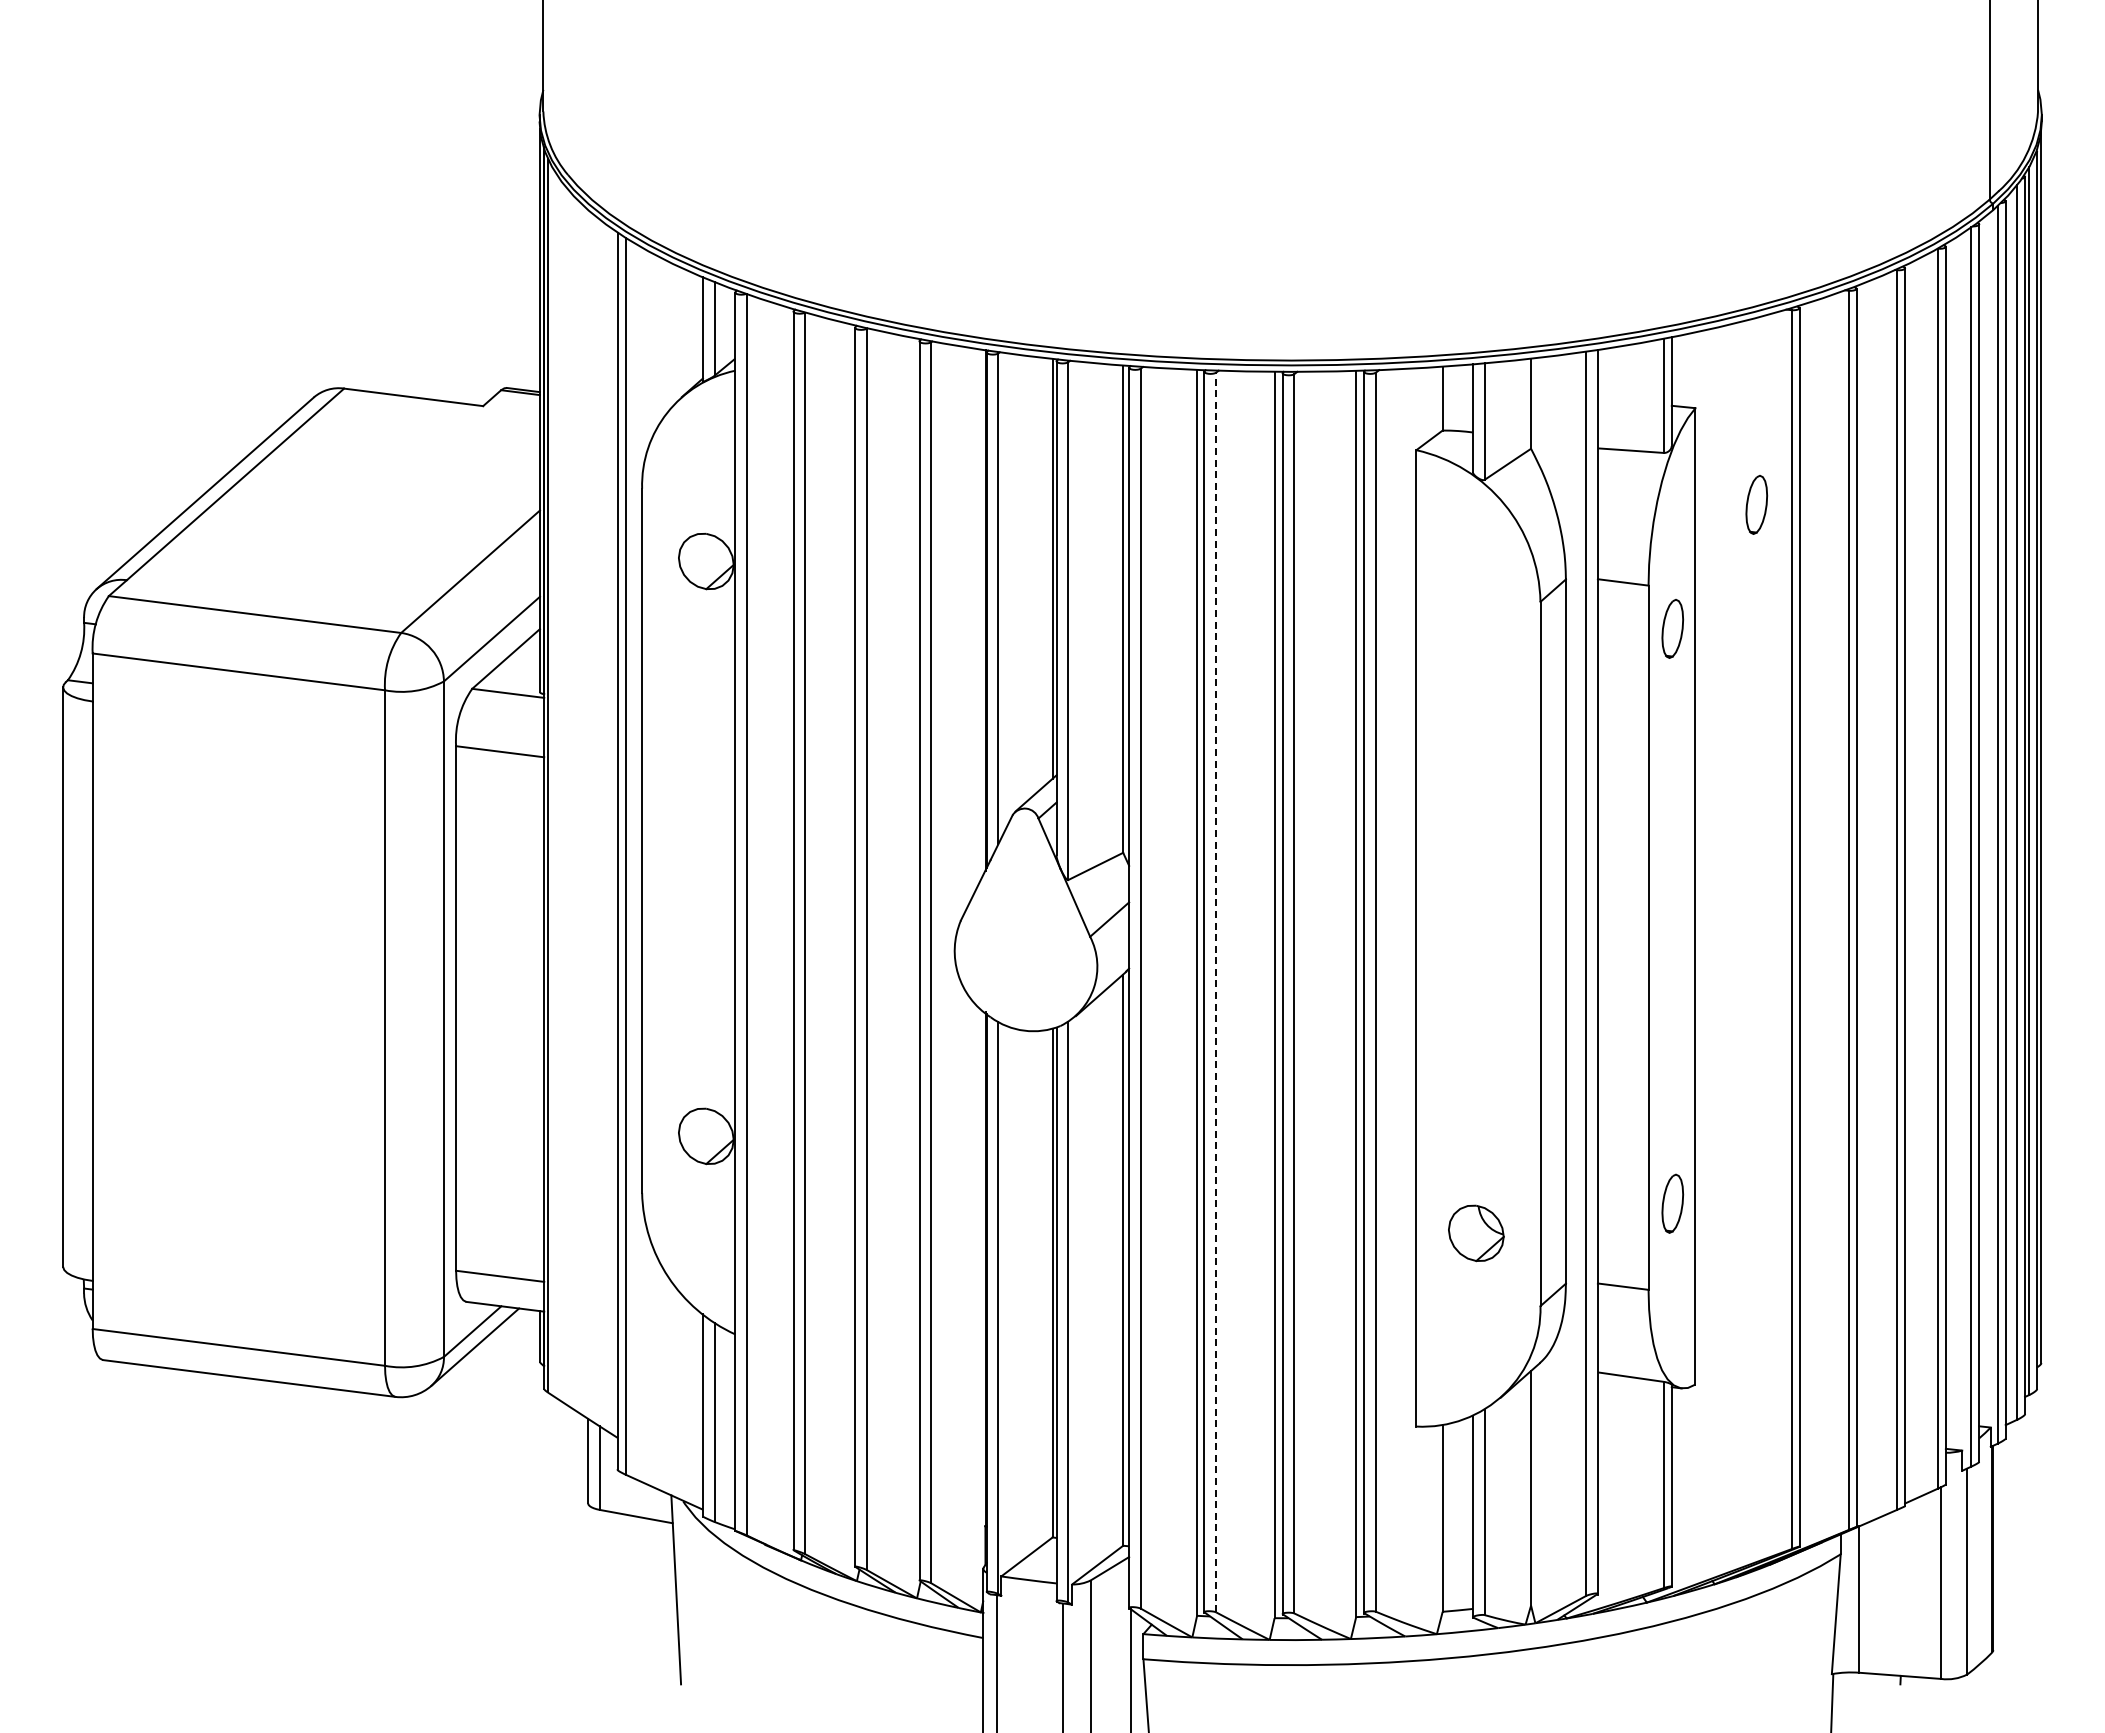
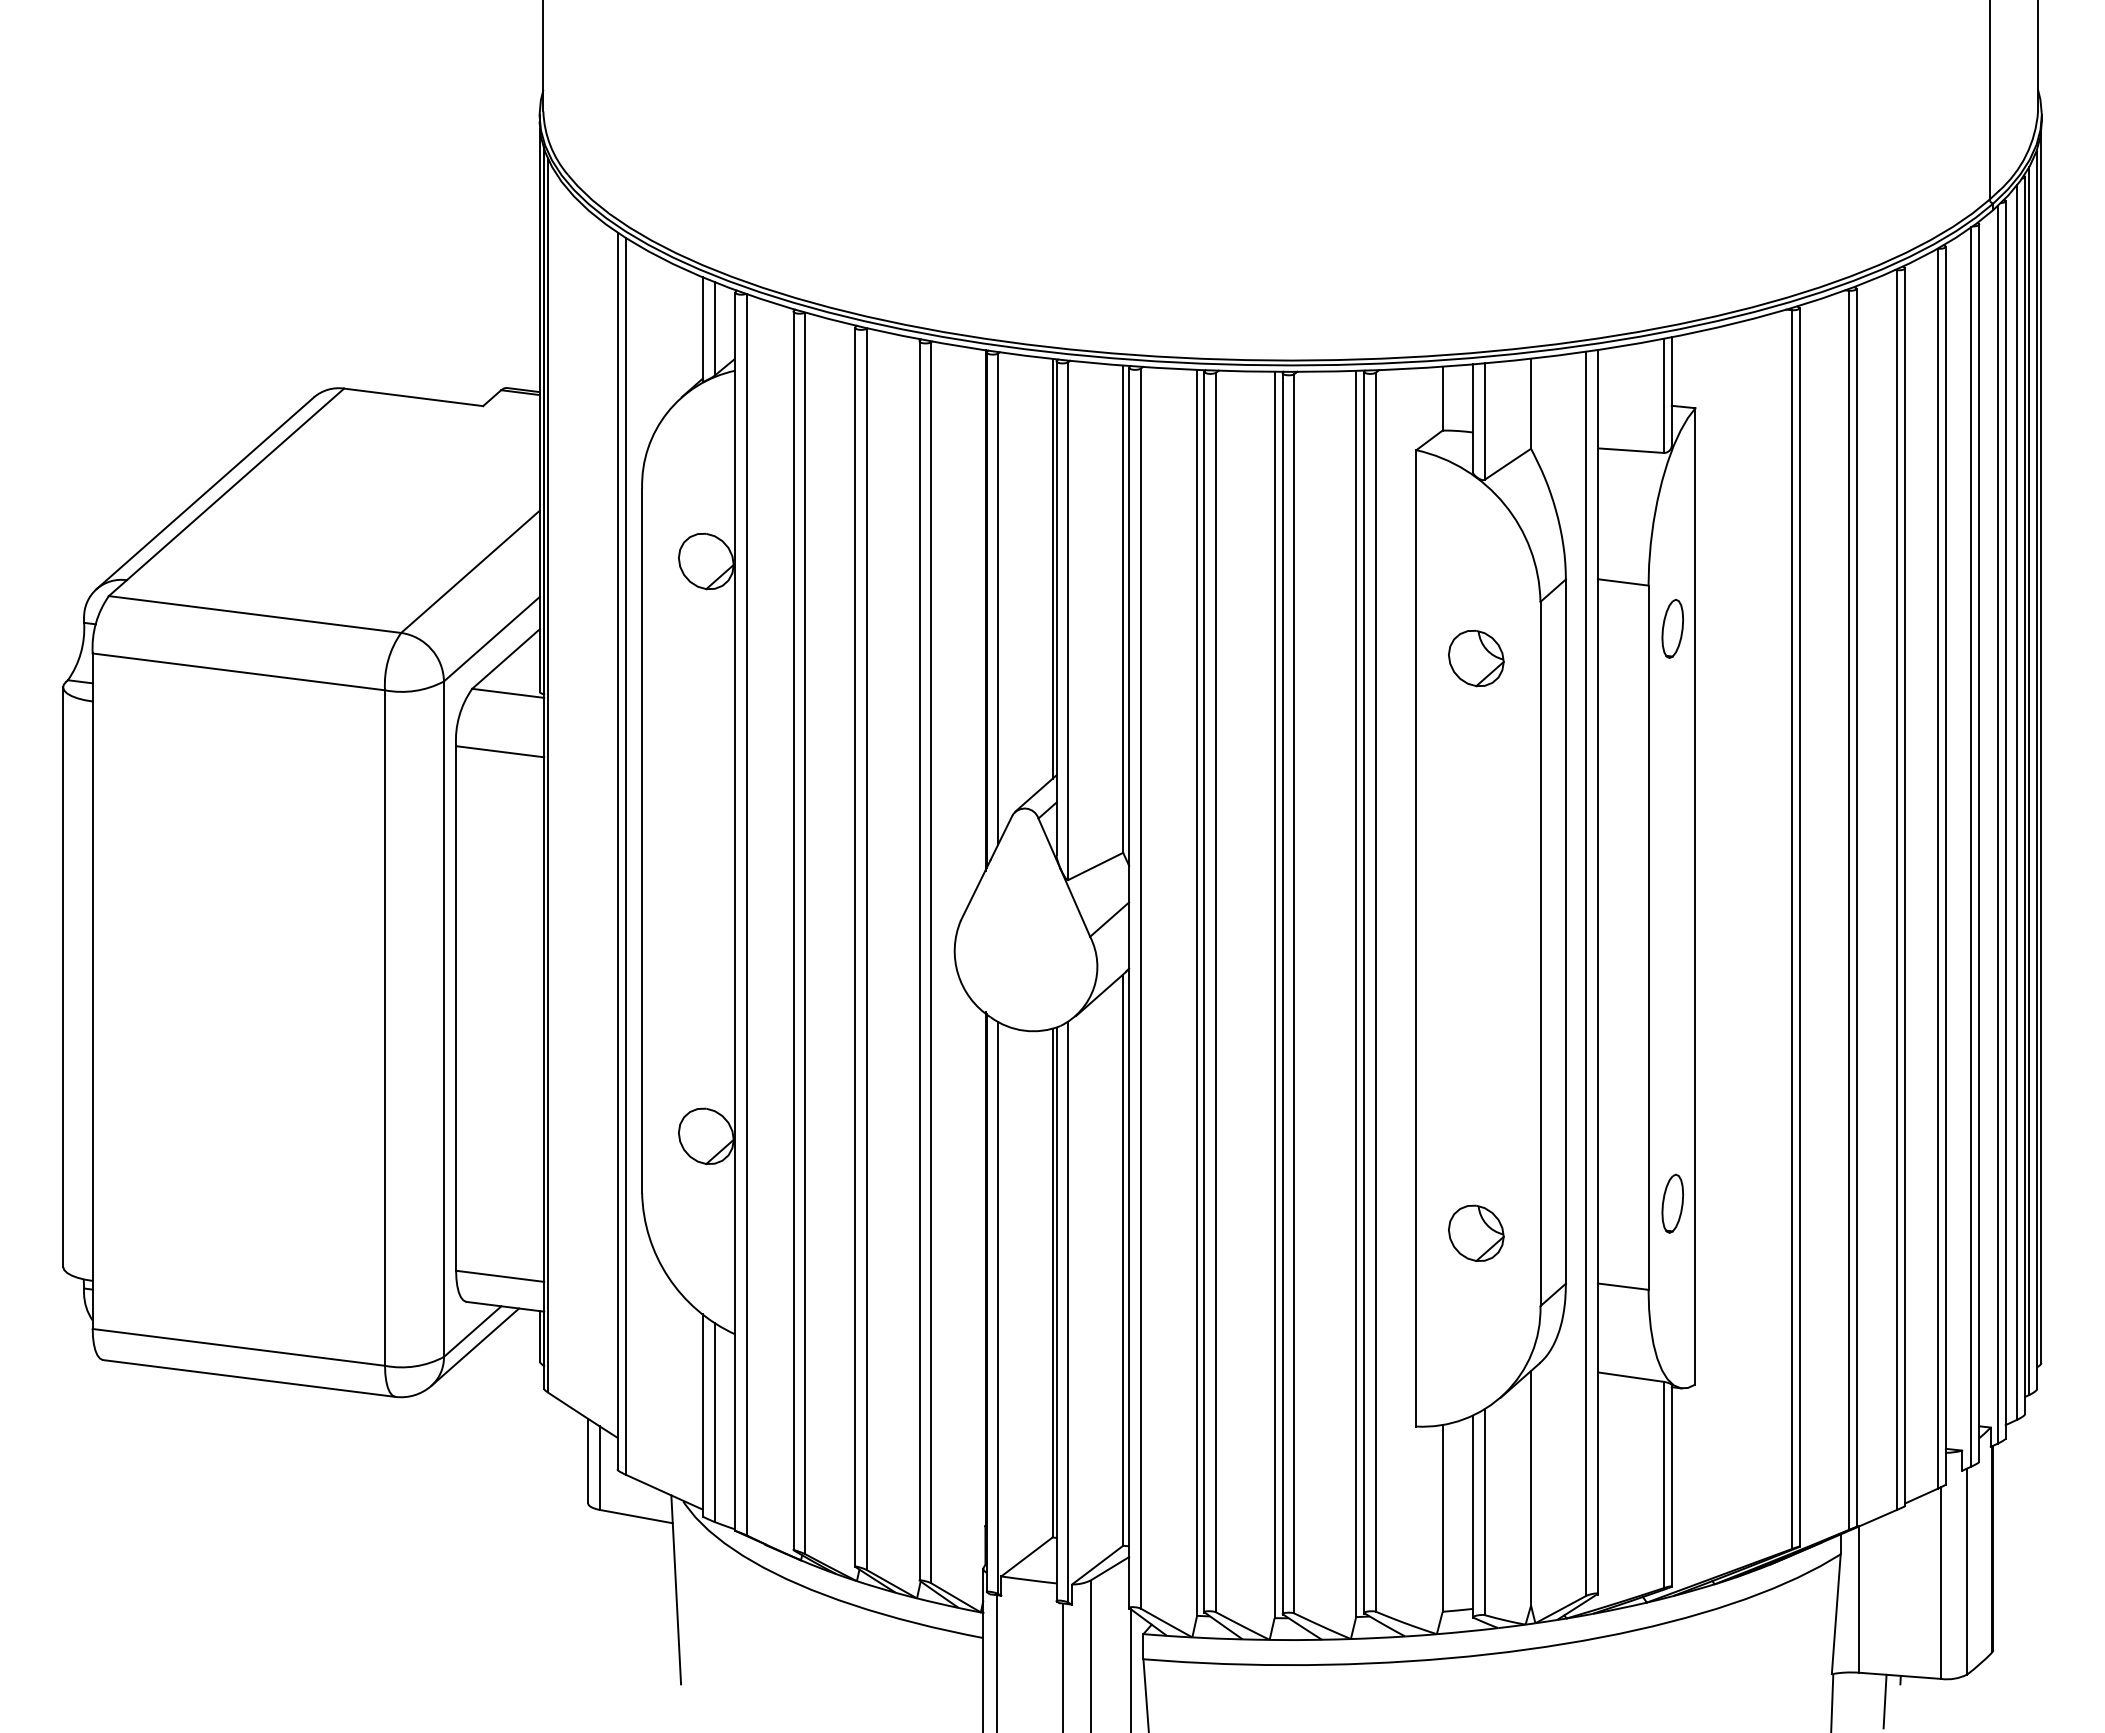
part at (1756, 504): present -> none
part at (1476, 658): none -> present
line at (1216, 992): dashed -> solid
line at (1884, 1701): none -> present
